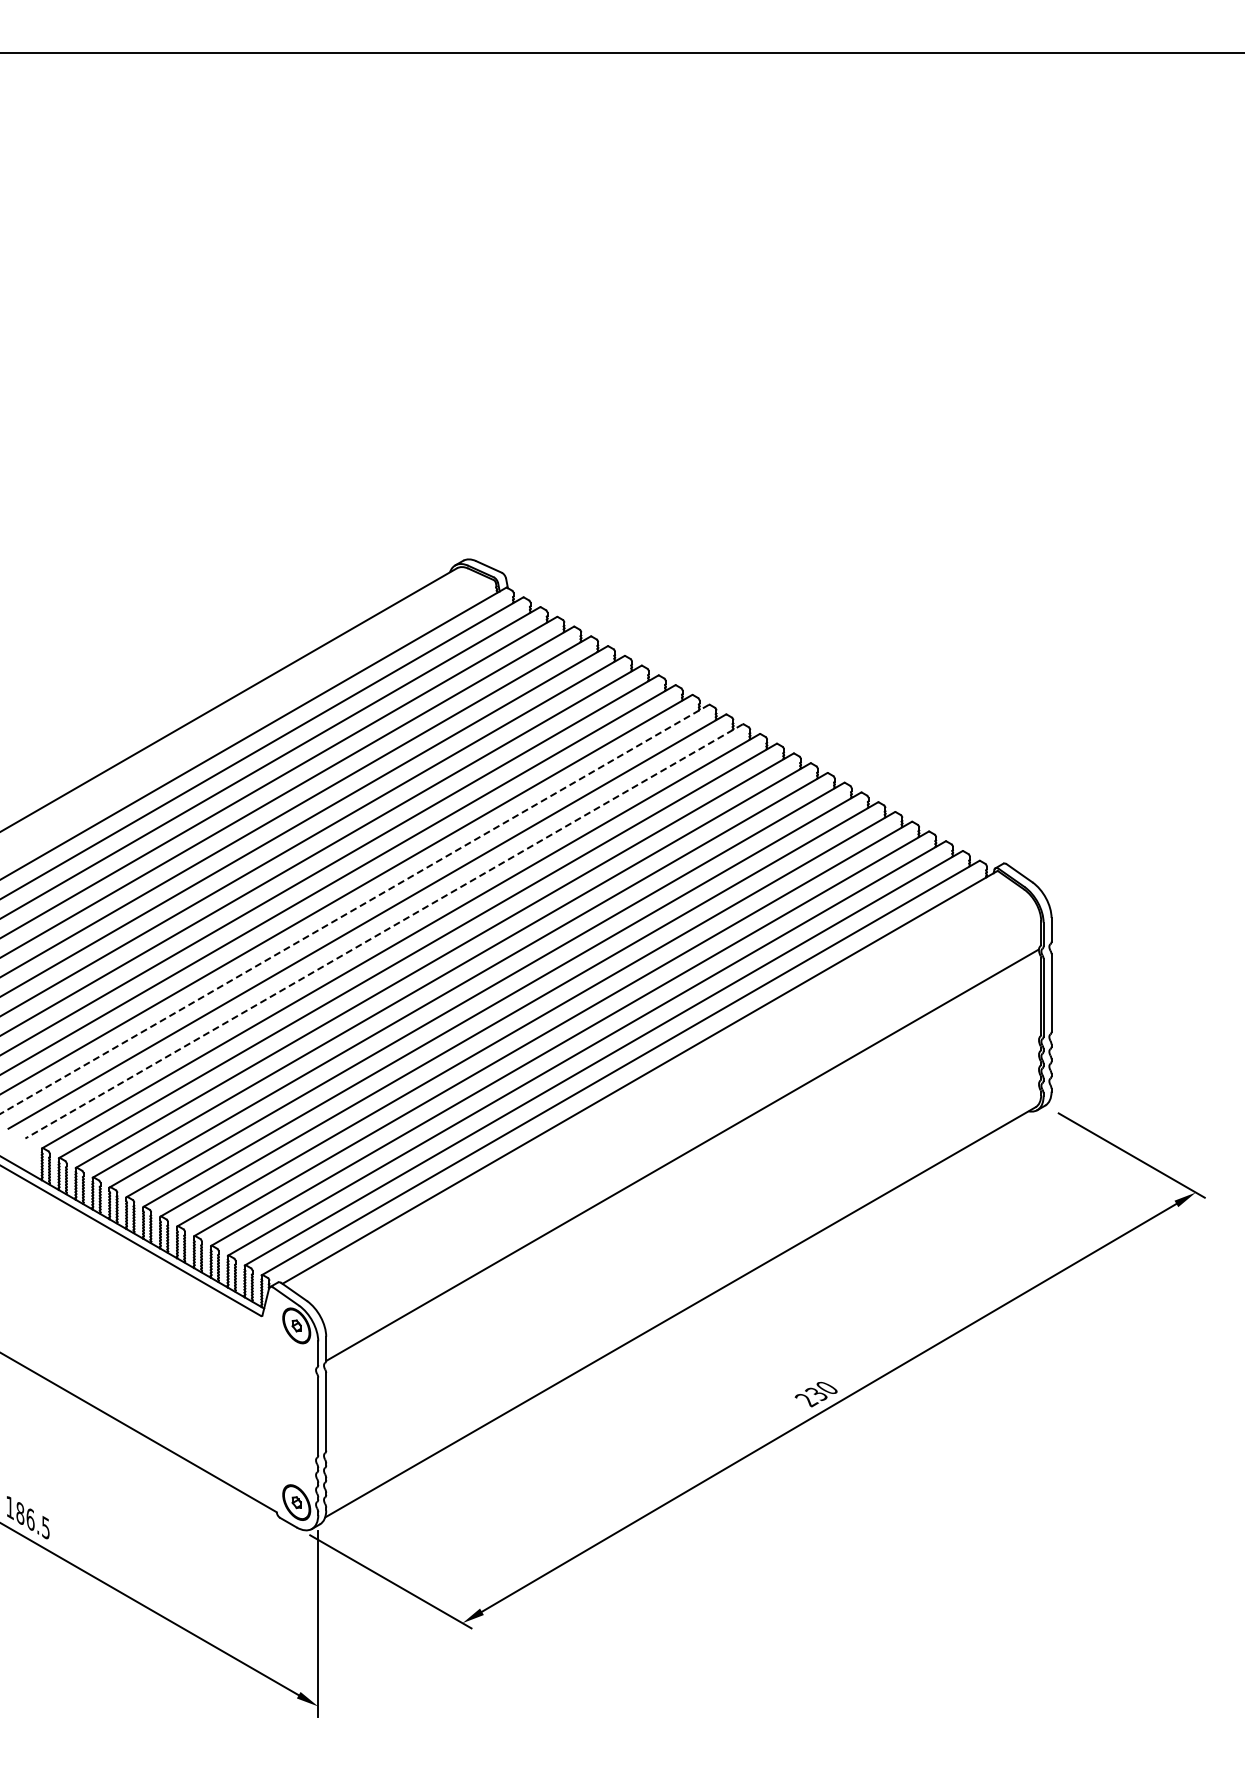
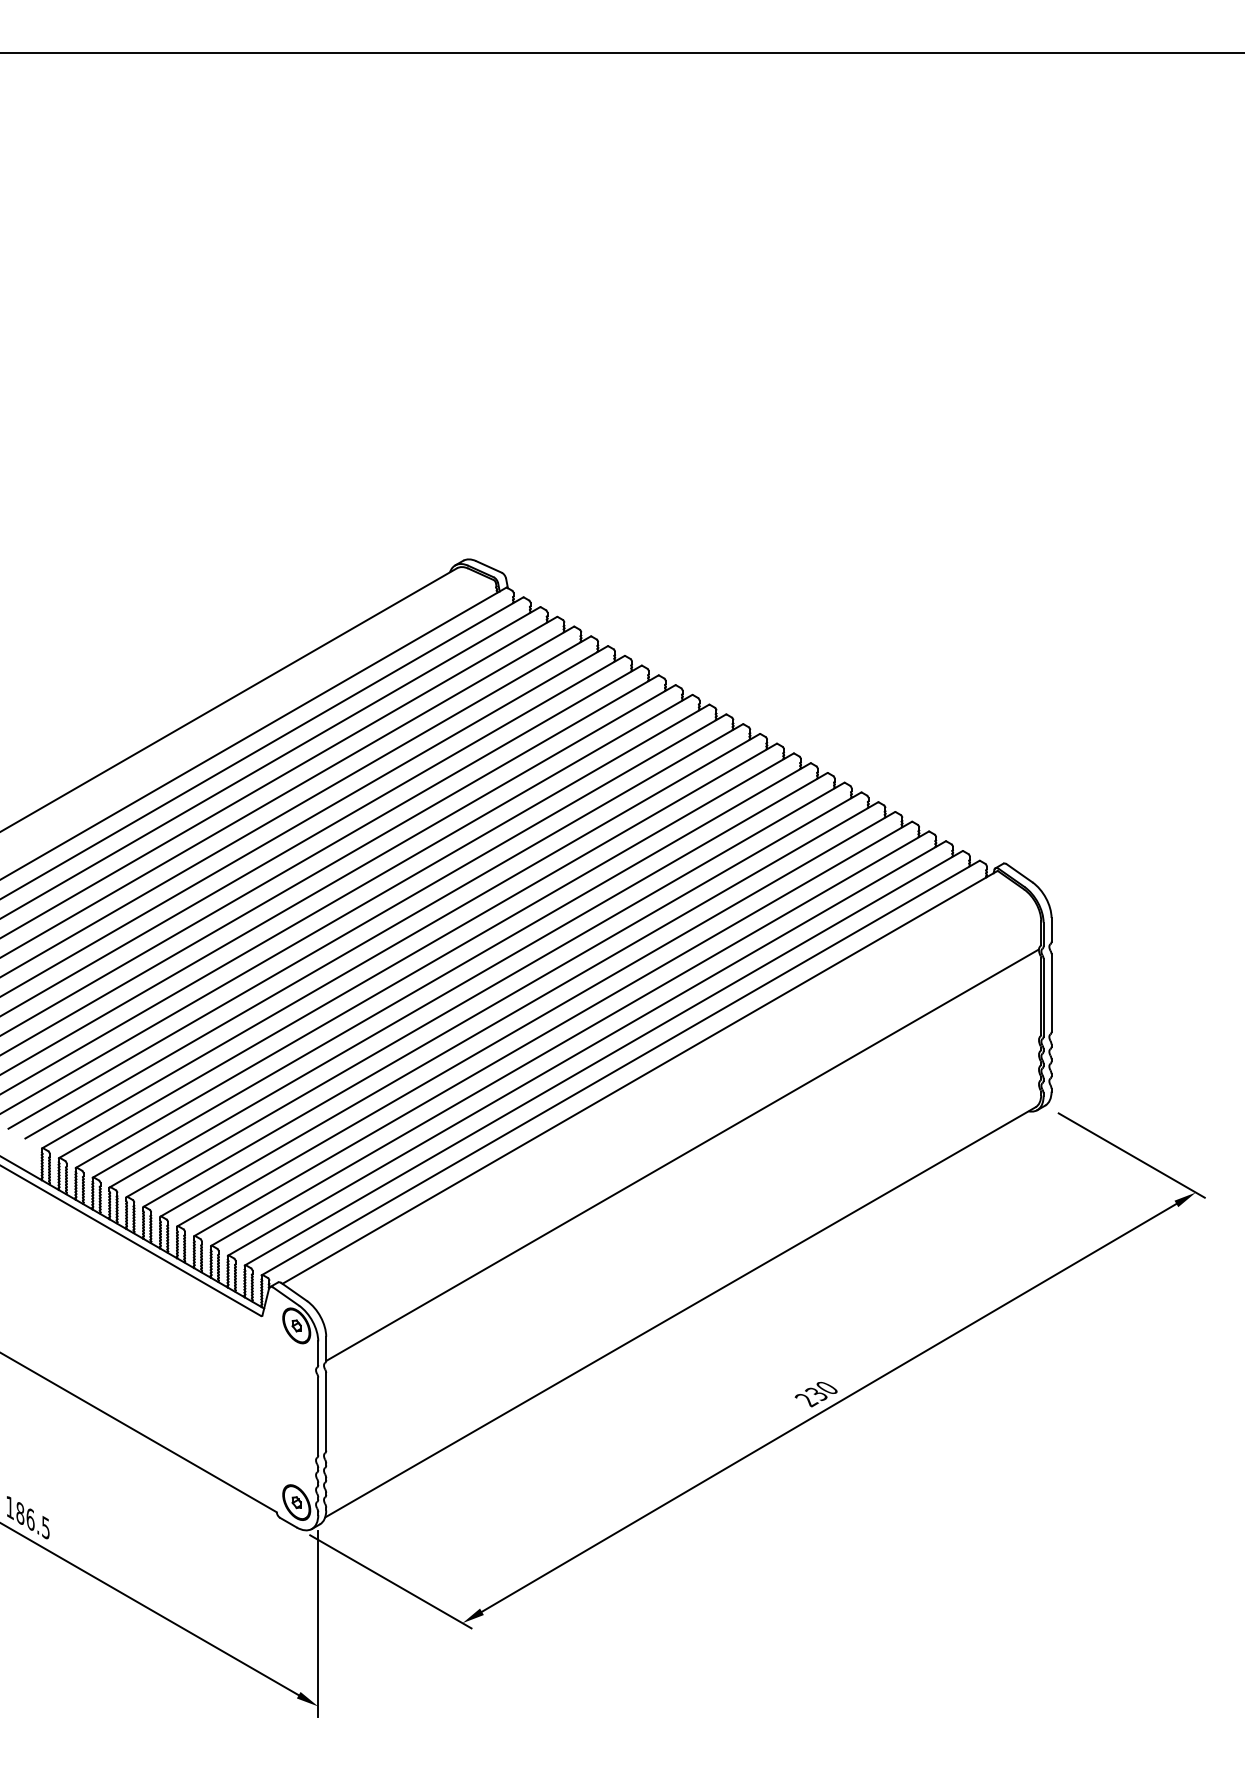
line at (354, 909): dashed -> solid
line at (383, 931): dashed -> solid
